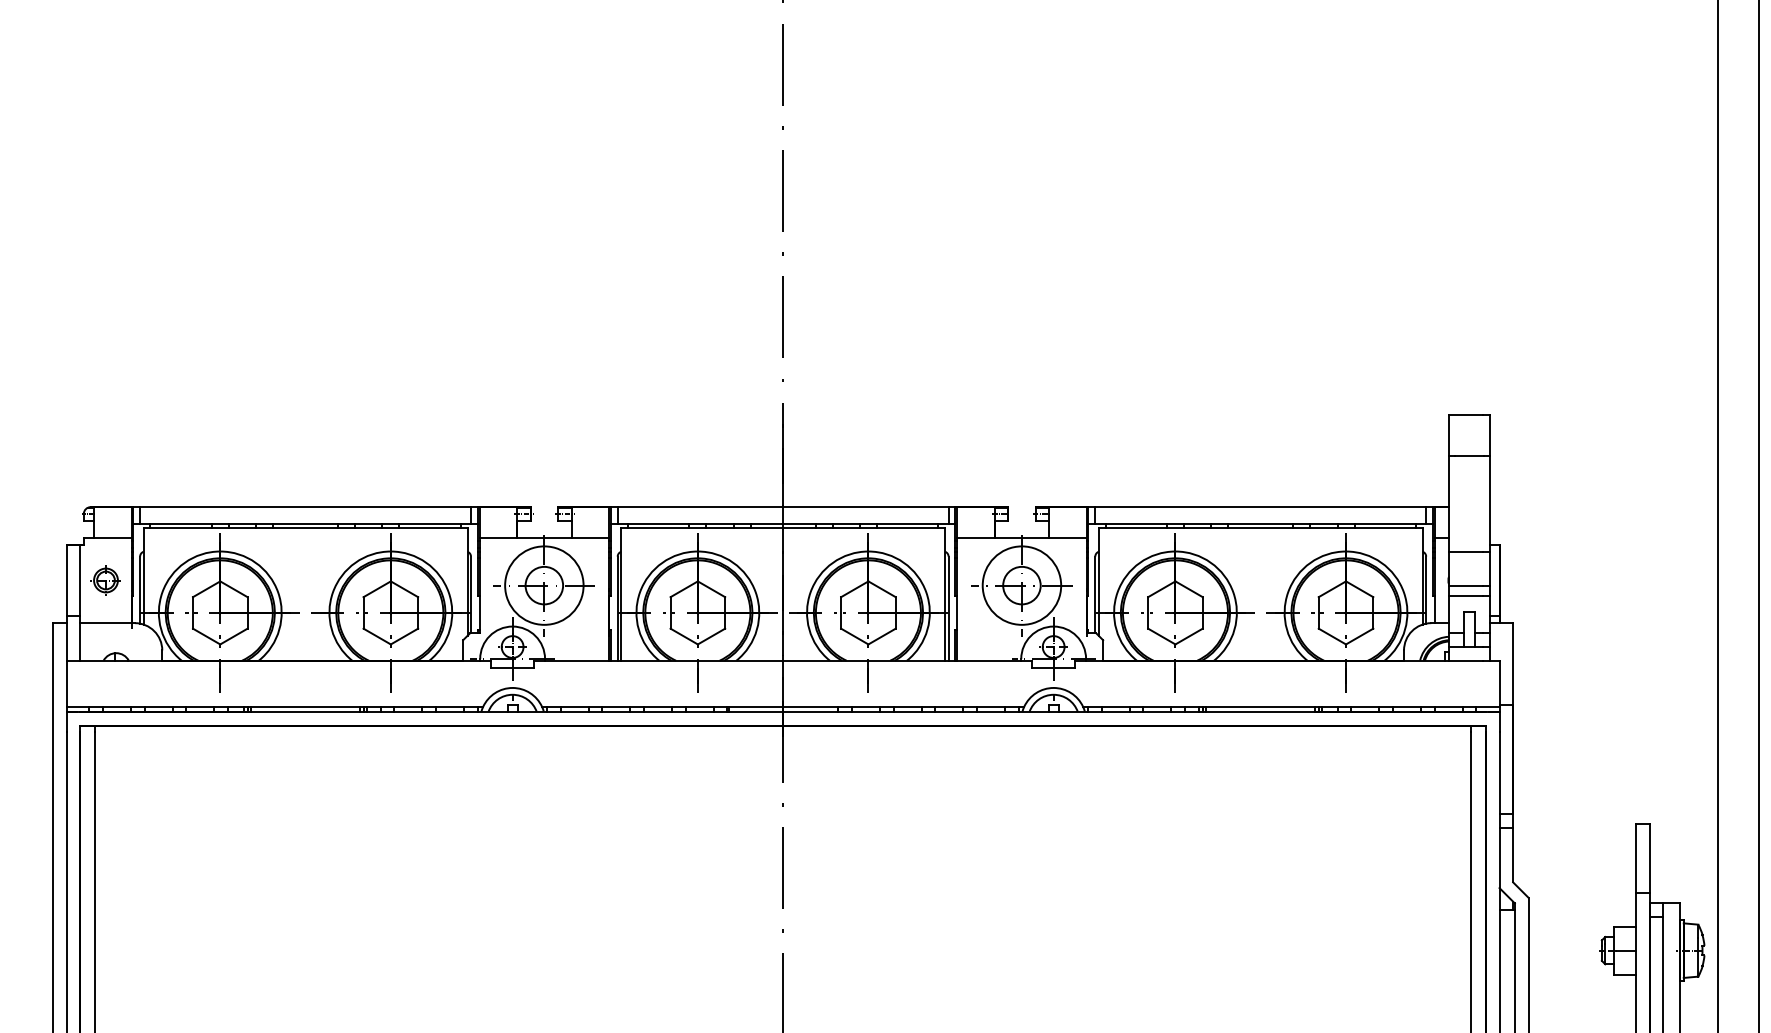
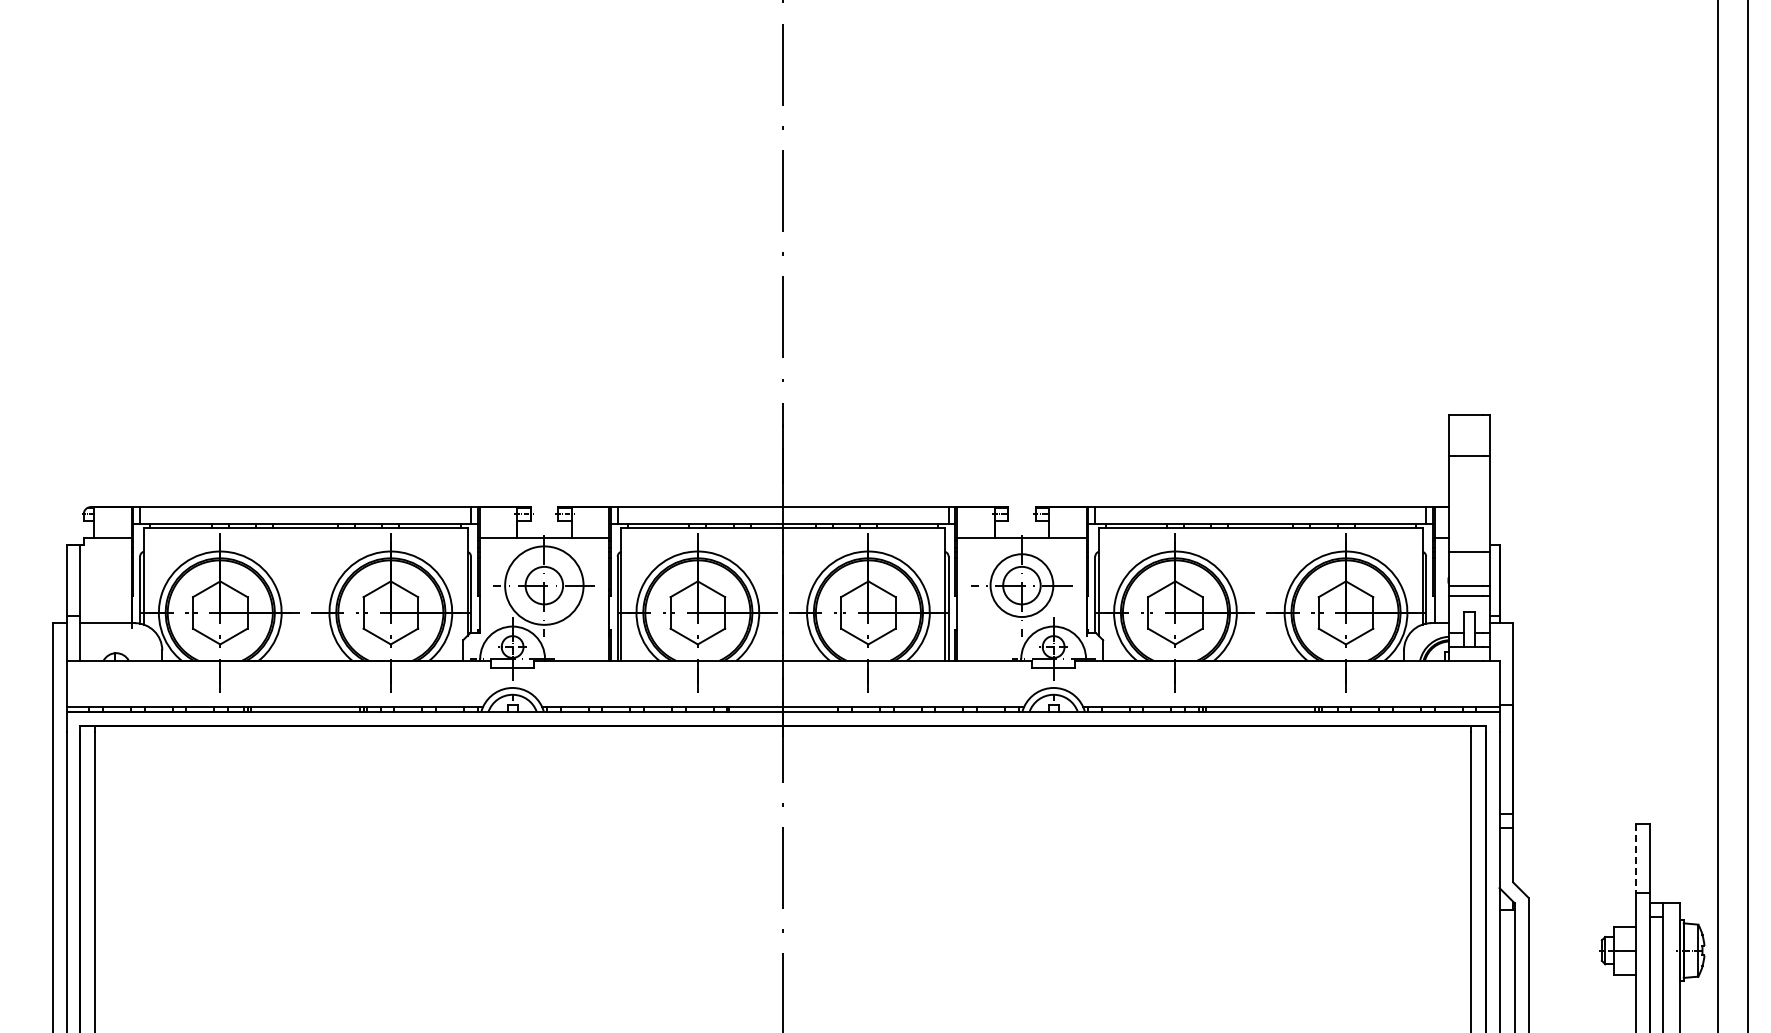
line at (1758, 515) position: (1758, 515) -> (1747, 515)
part at (105, 580): present -> none
circle at (1021, 585) diameter: 78 px -> 63 px
line at (1635, 859): solid -> dashed
